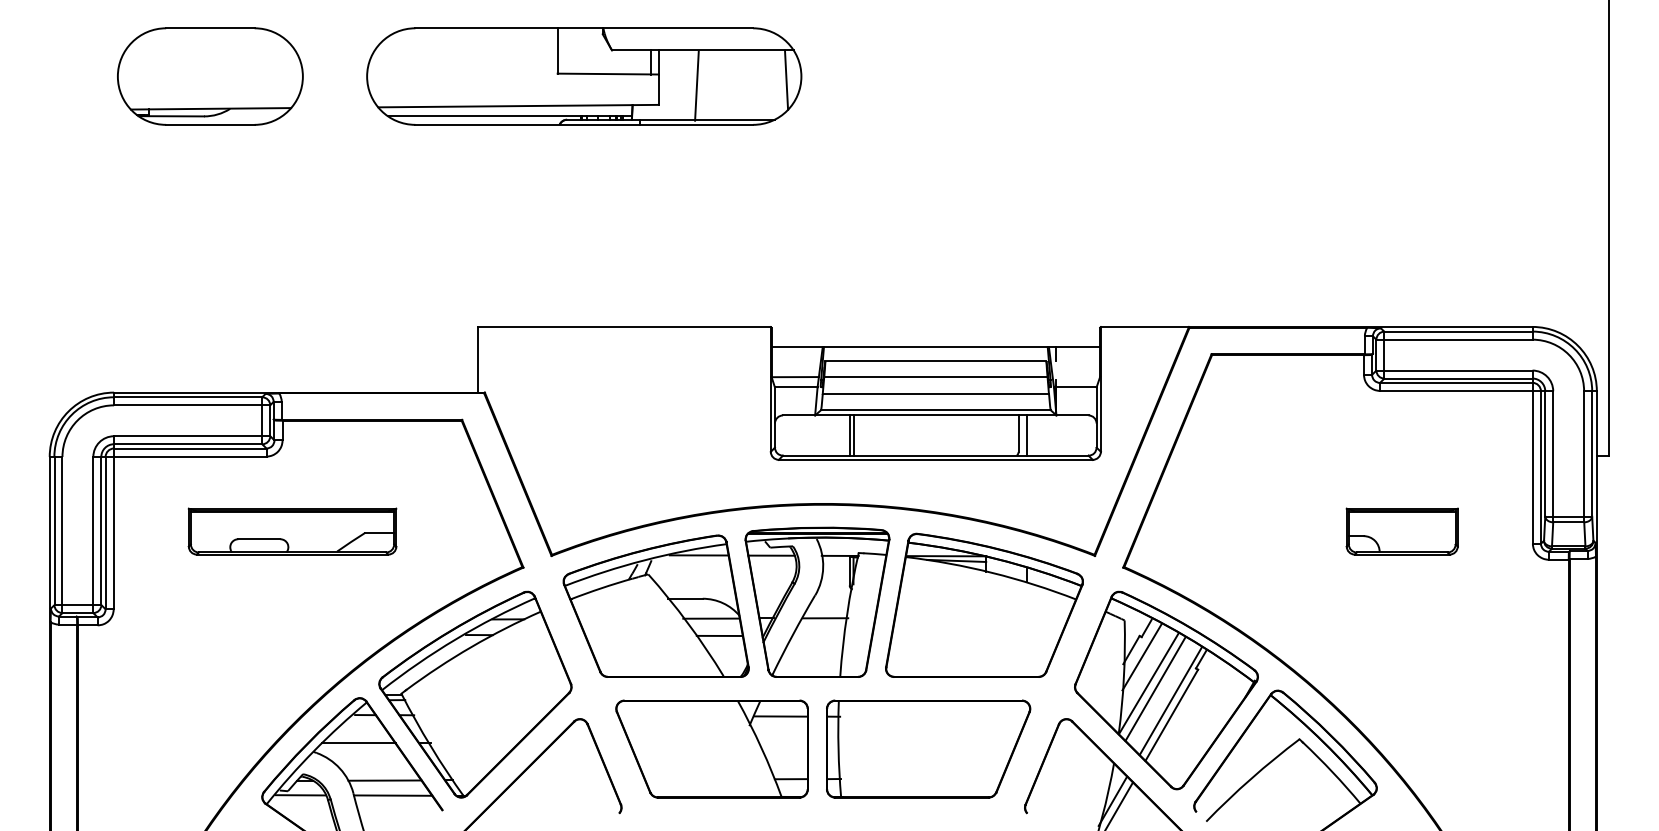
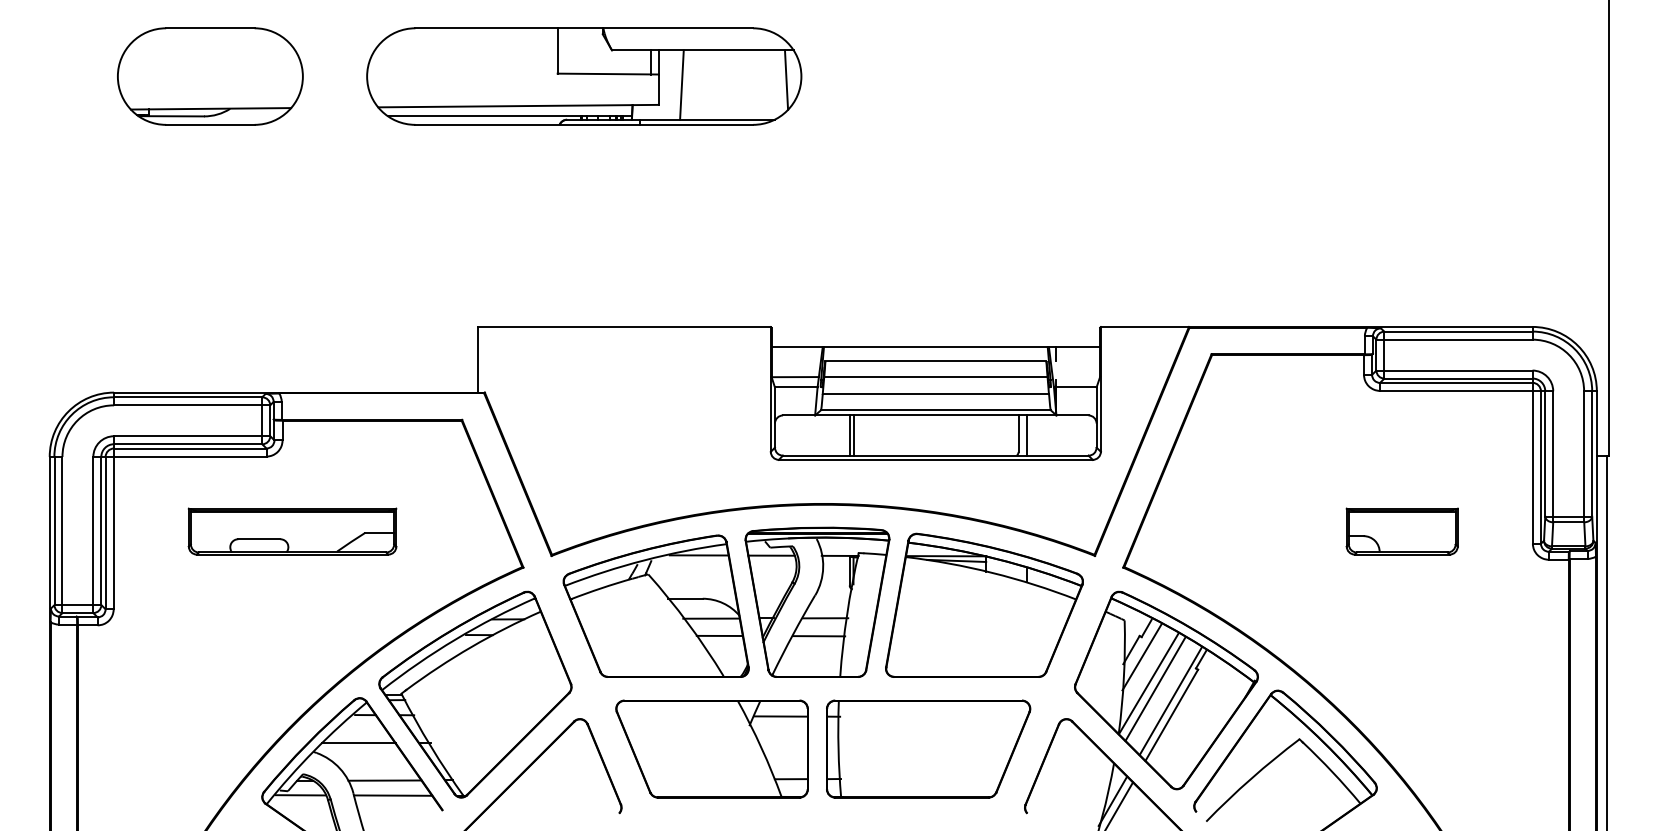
line at (696, 85) position: (696, 85) -> (681, 84)
line at (819, 636): none -> present
line at (1606, 641): none -> present
